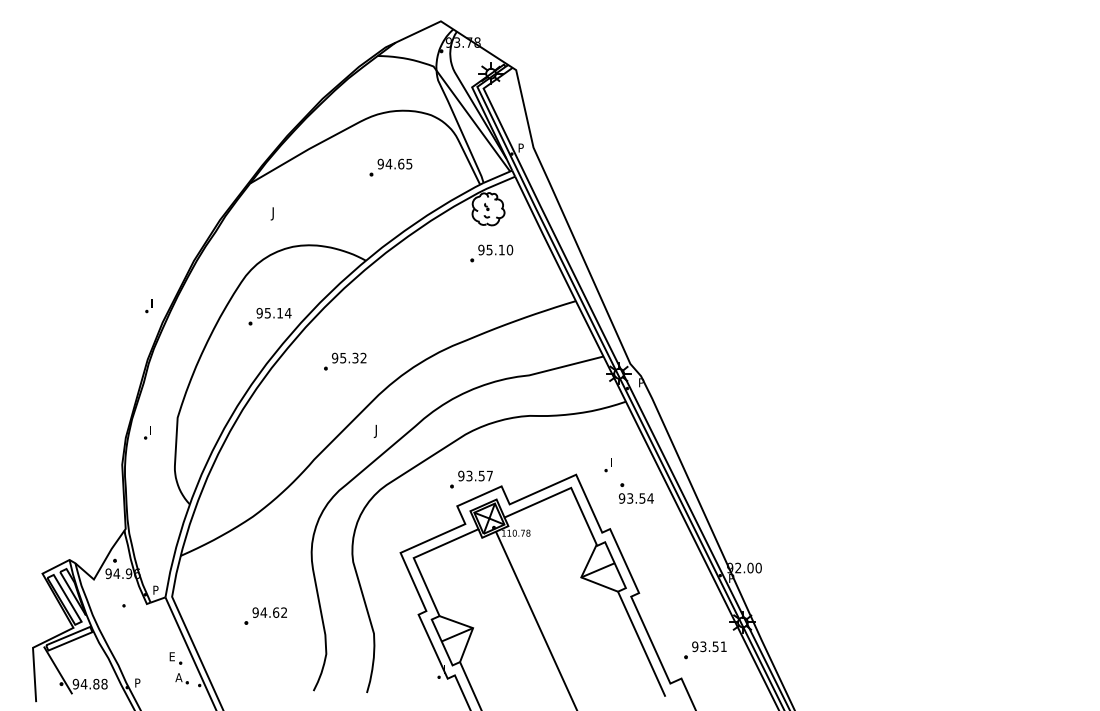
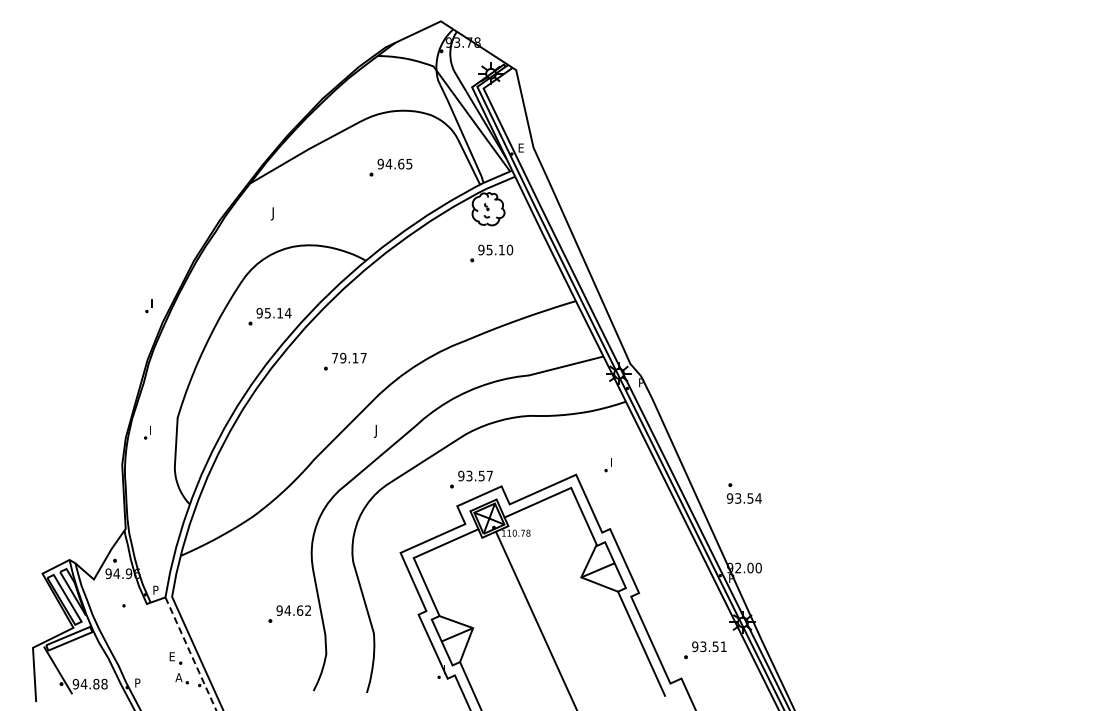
text at (521, 147): P -> E
text at (349, 357): 95.32 -> 79.17
part at (635, 493) position: (635, 493) -> (743, 493)
part at (265, 615) position: (265, 615) -> (289, 613)
line at (191, 654): solid -> dashed
